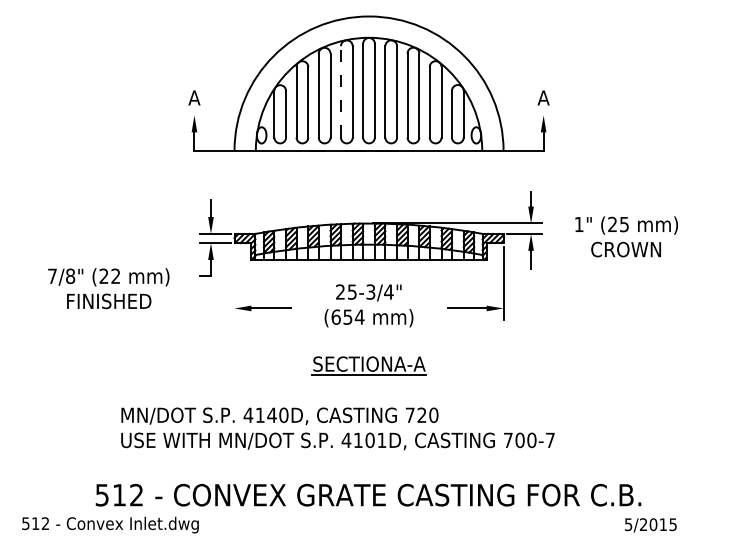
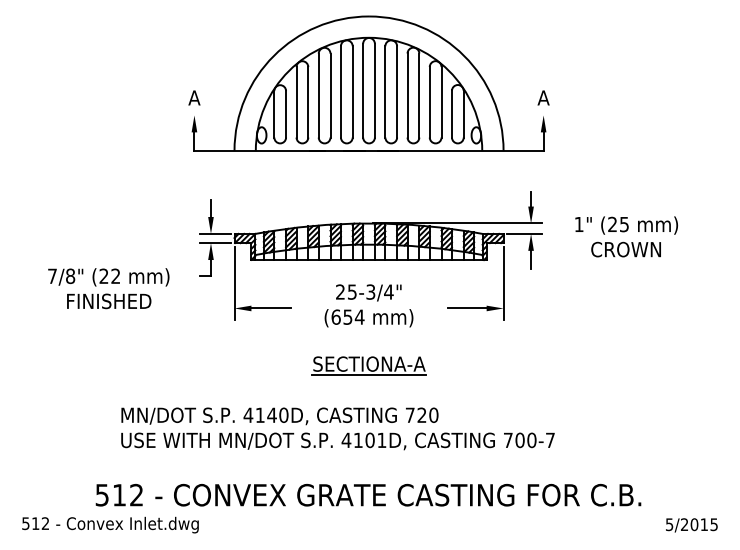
line at (340, 91): dashed -> solid
line at (234, 283): none -> present
text at (650, 525) position: (650, 525) -> (691, 525)
